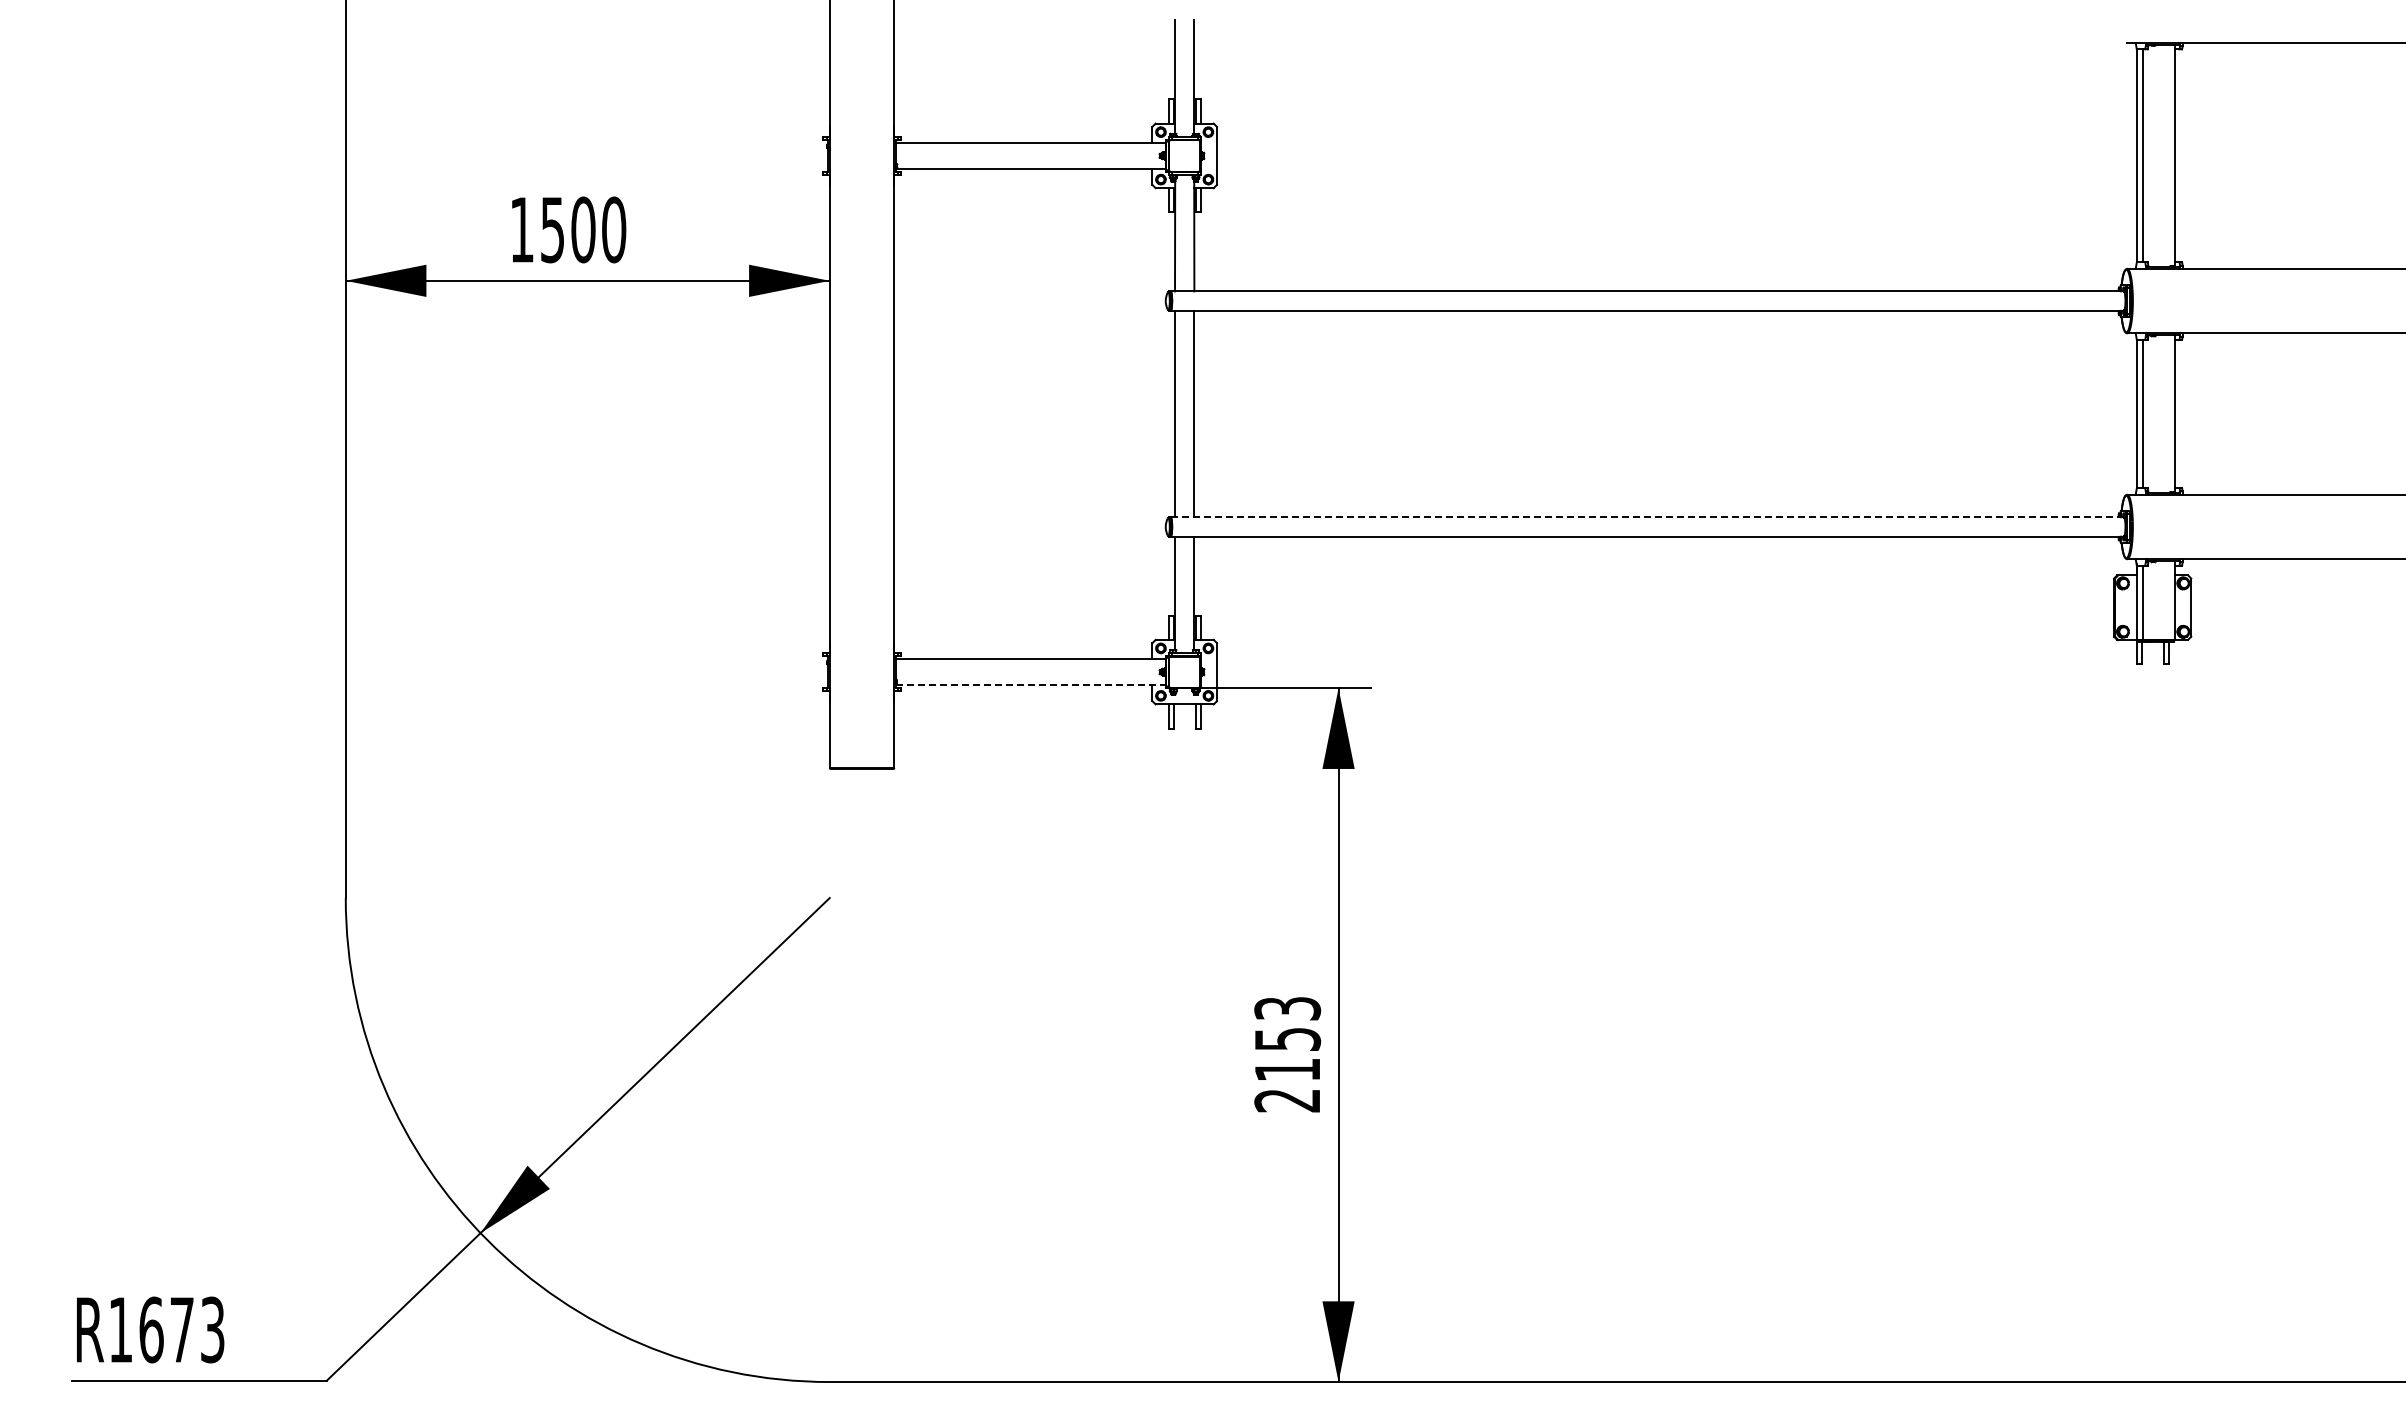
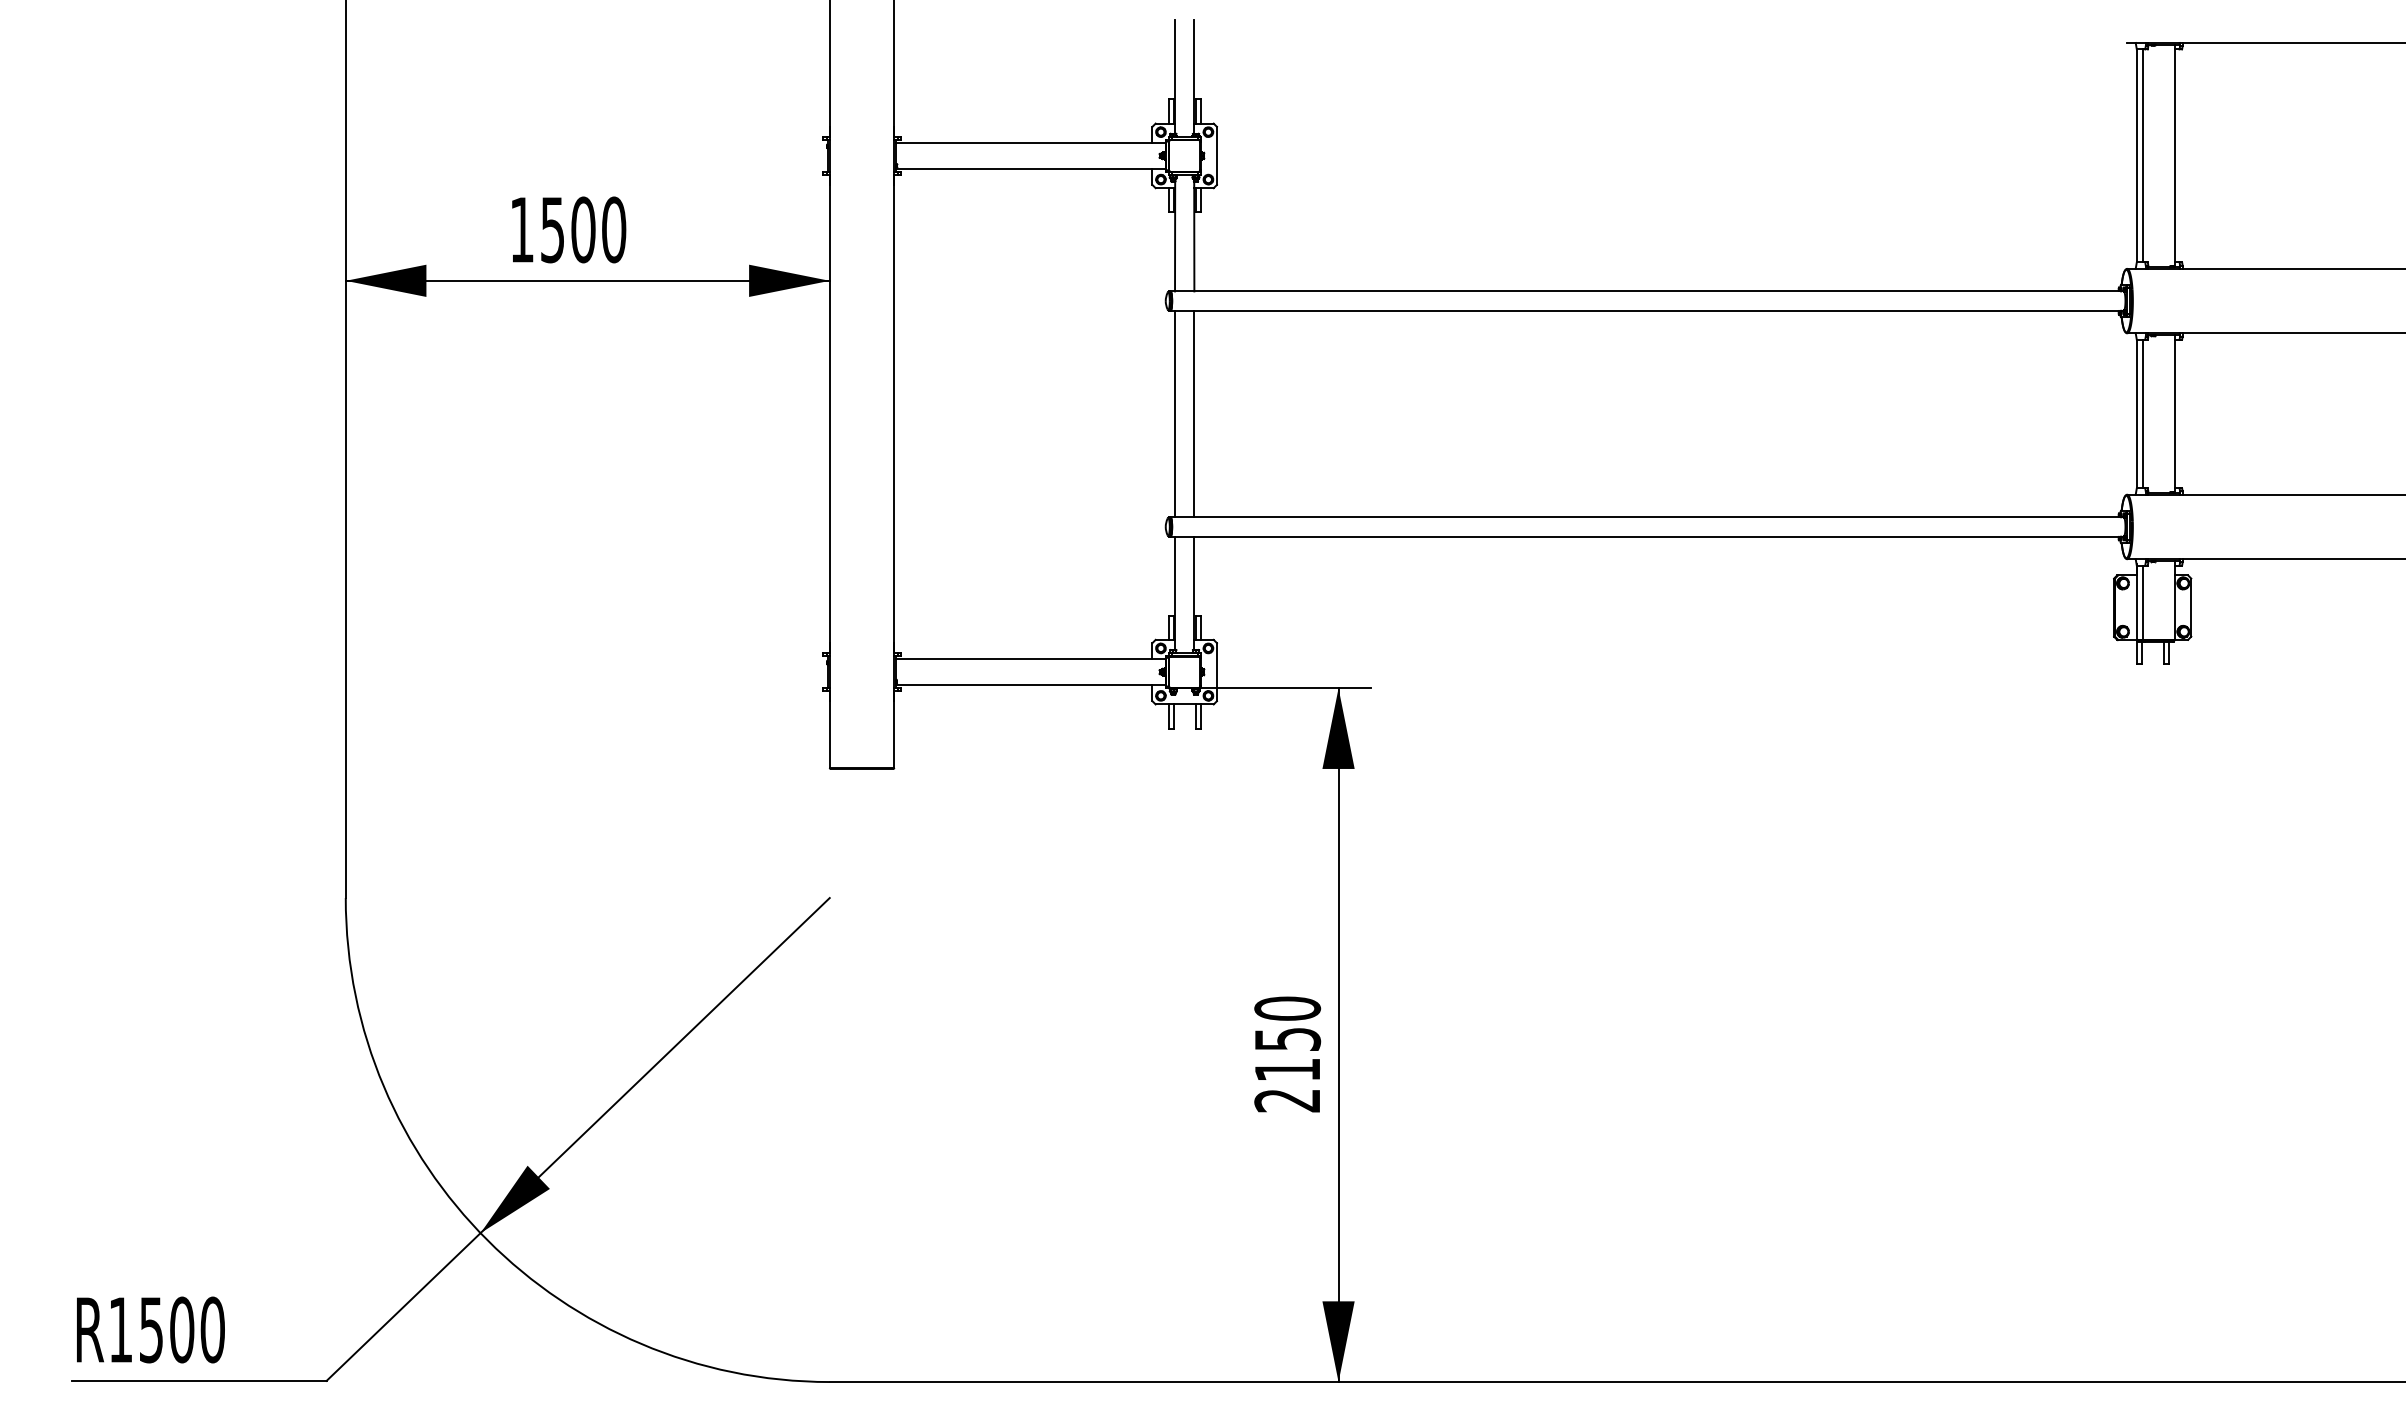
line at (1647, 517): dashed -> solid
line at (1031, 685): dashed -> solid
text at (1287, 1008): 2153 -> 2150
text at (181, 1329): R1673 -> R1500
